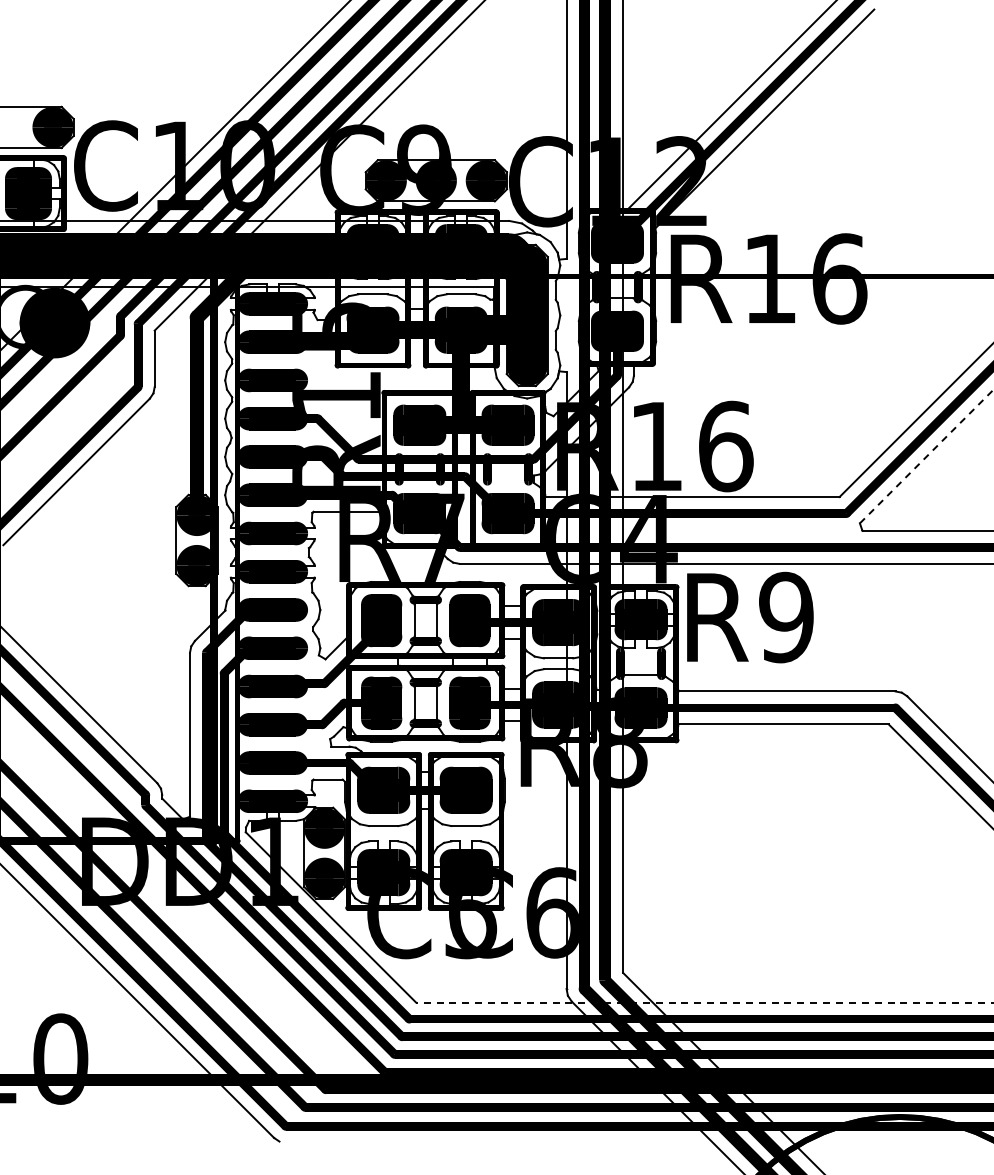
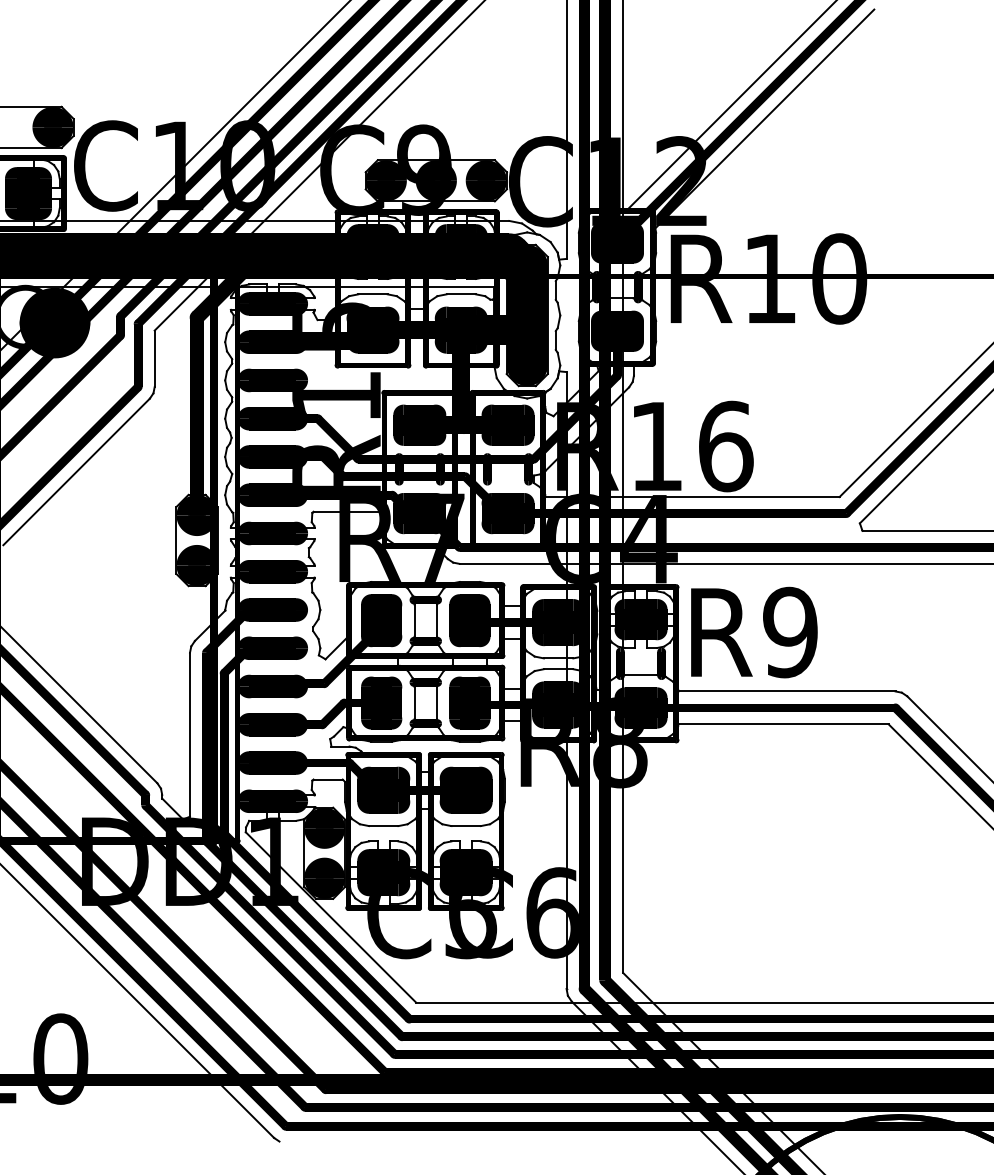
text at (839, 278): R16 -> R10
line at (926, 456): dashed -> solid
text at (750, 617) position: (750, 617) -> (754, 632)
line at (705, 1002): dashed -> solid
